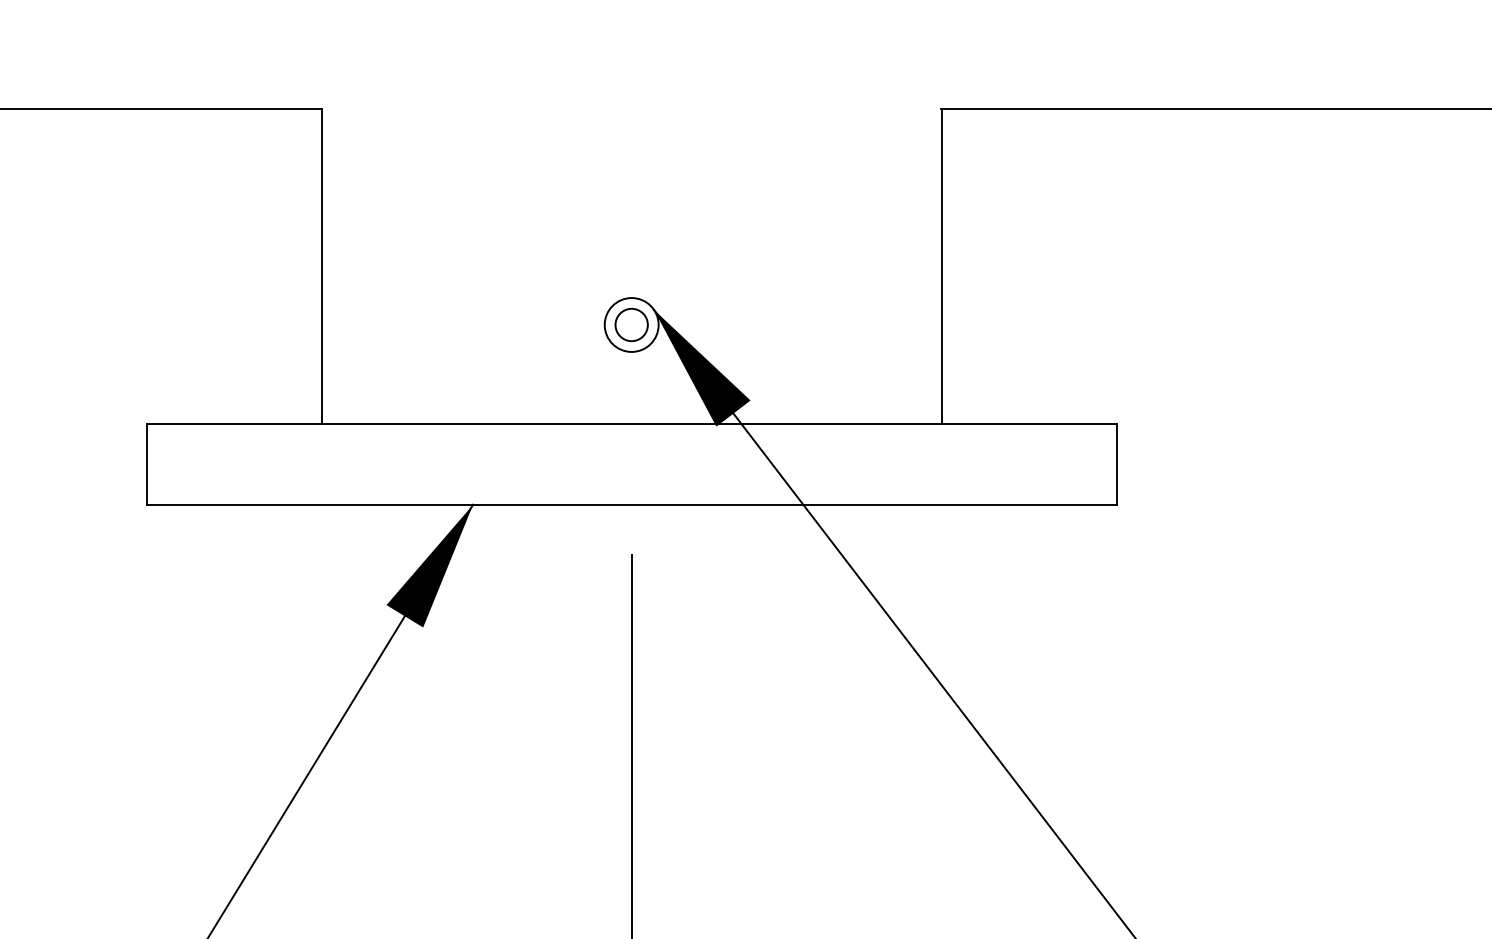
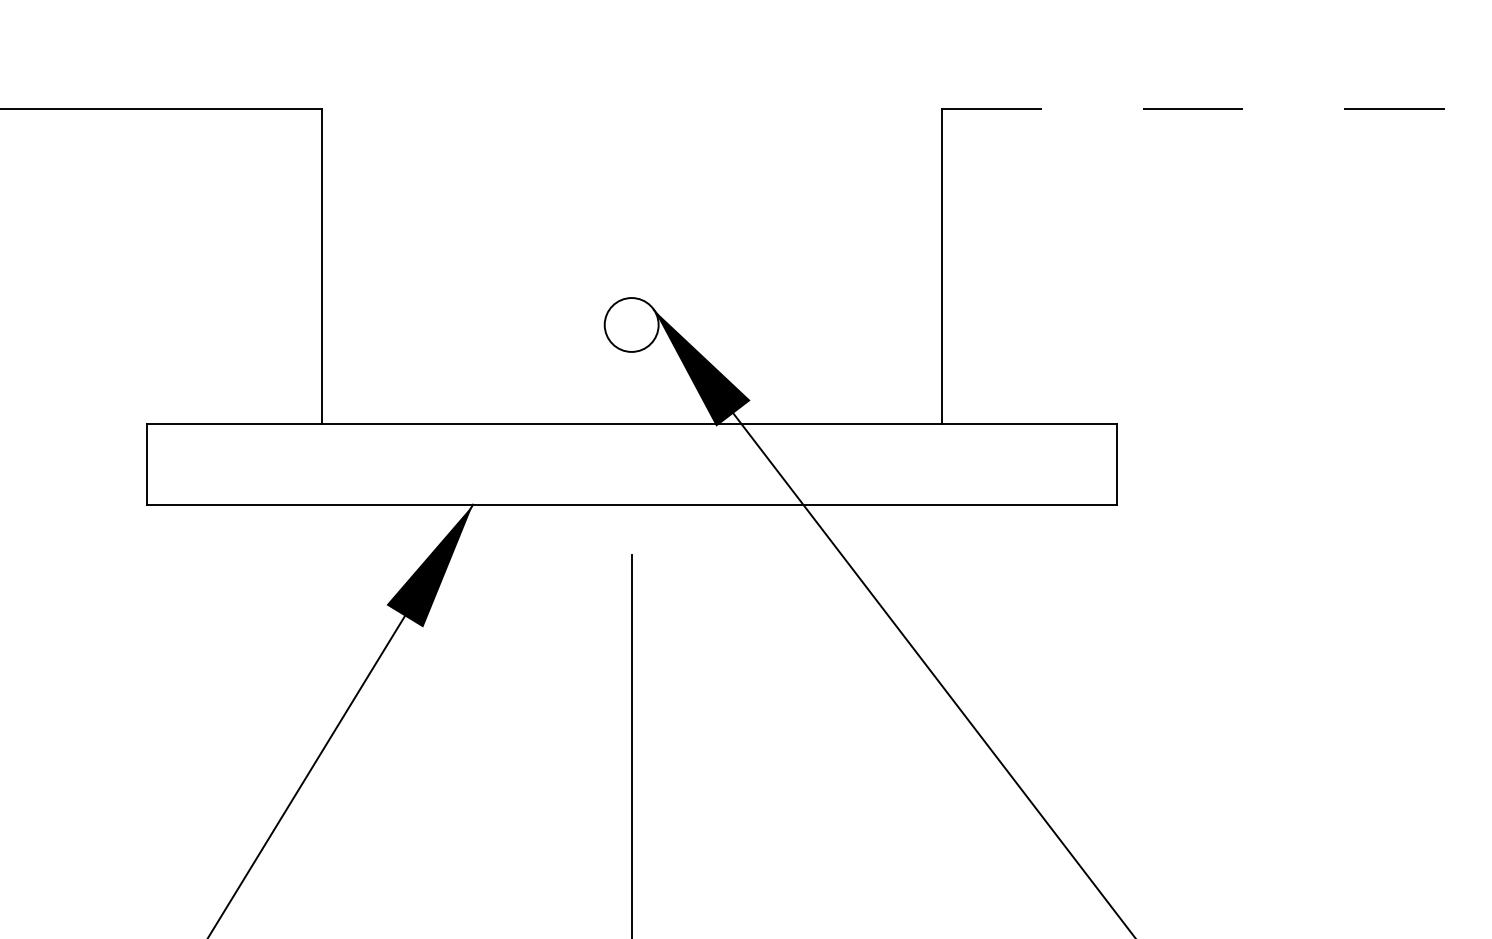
line at (1216, 109): solid -> dashed
circle at (631, 324): present -> none
